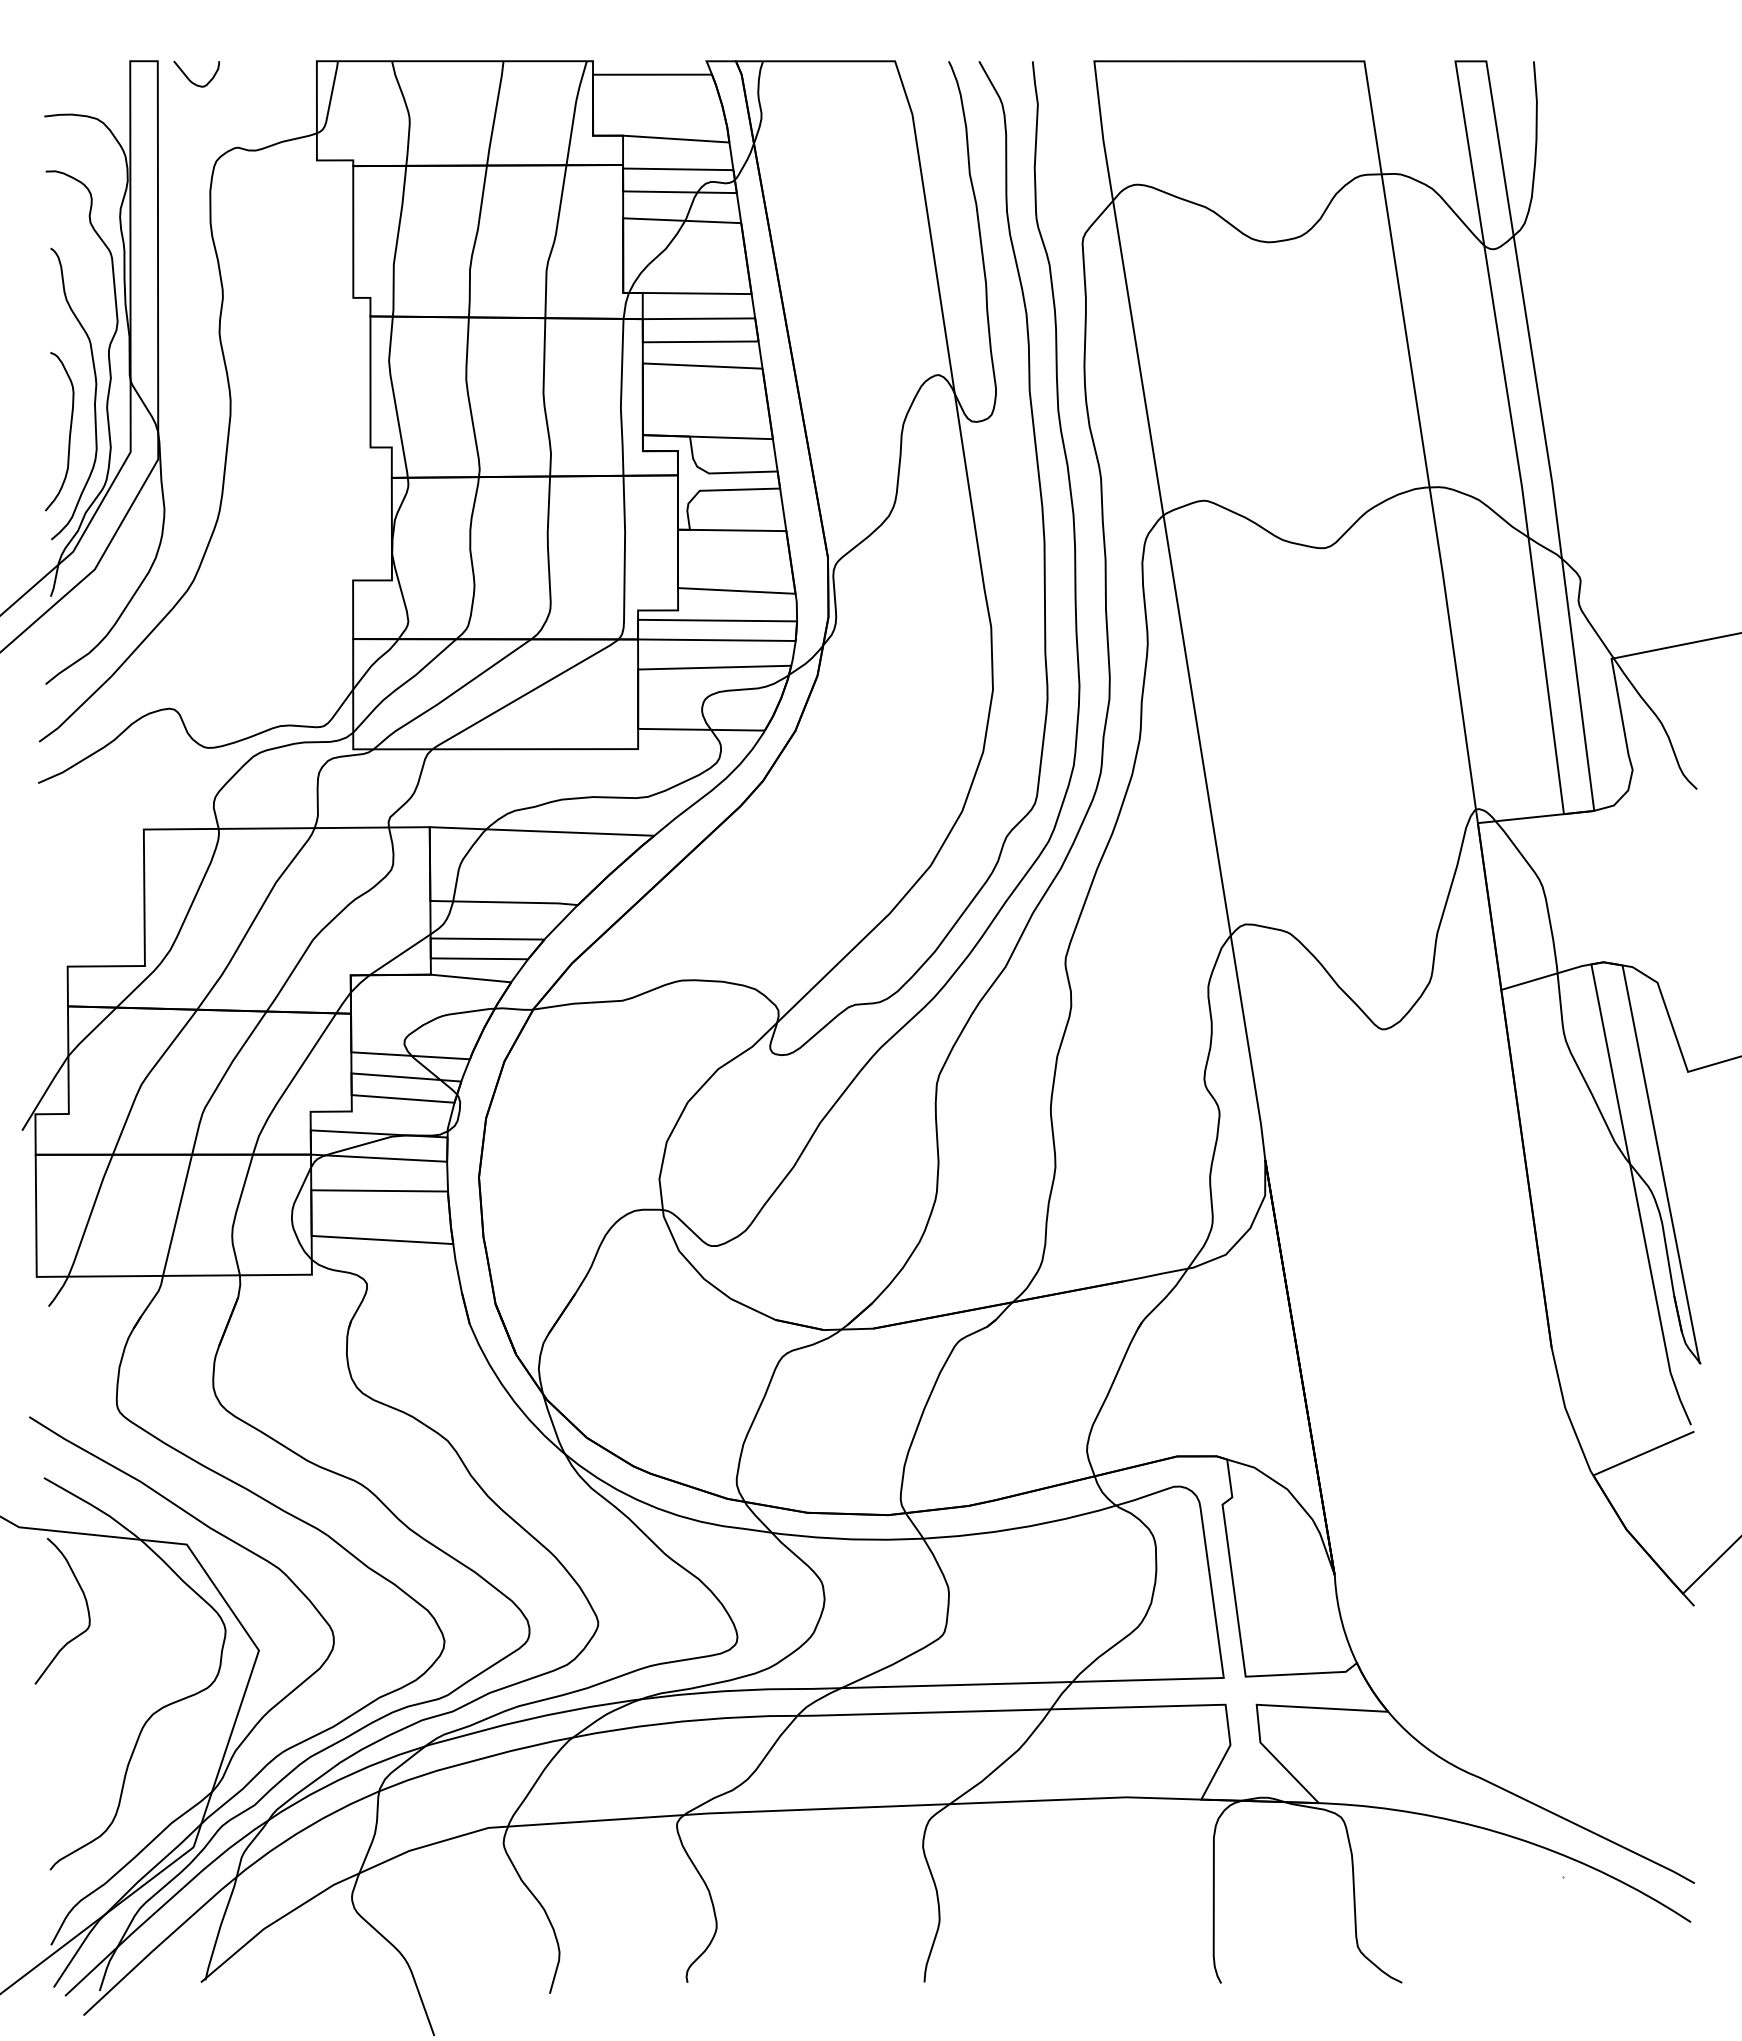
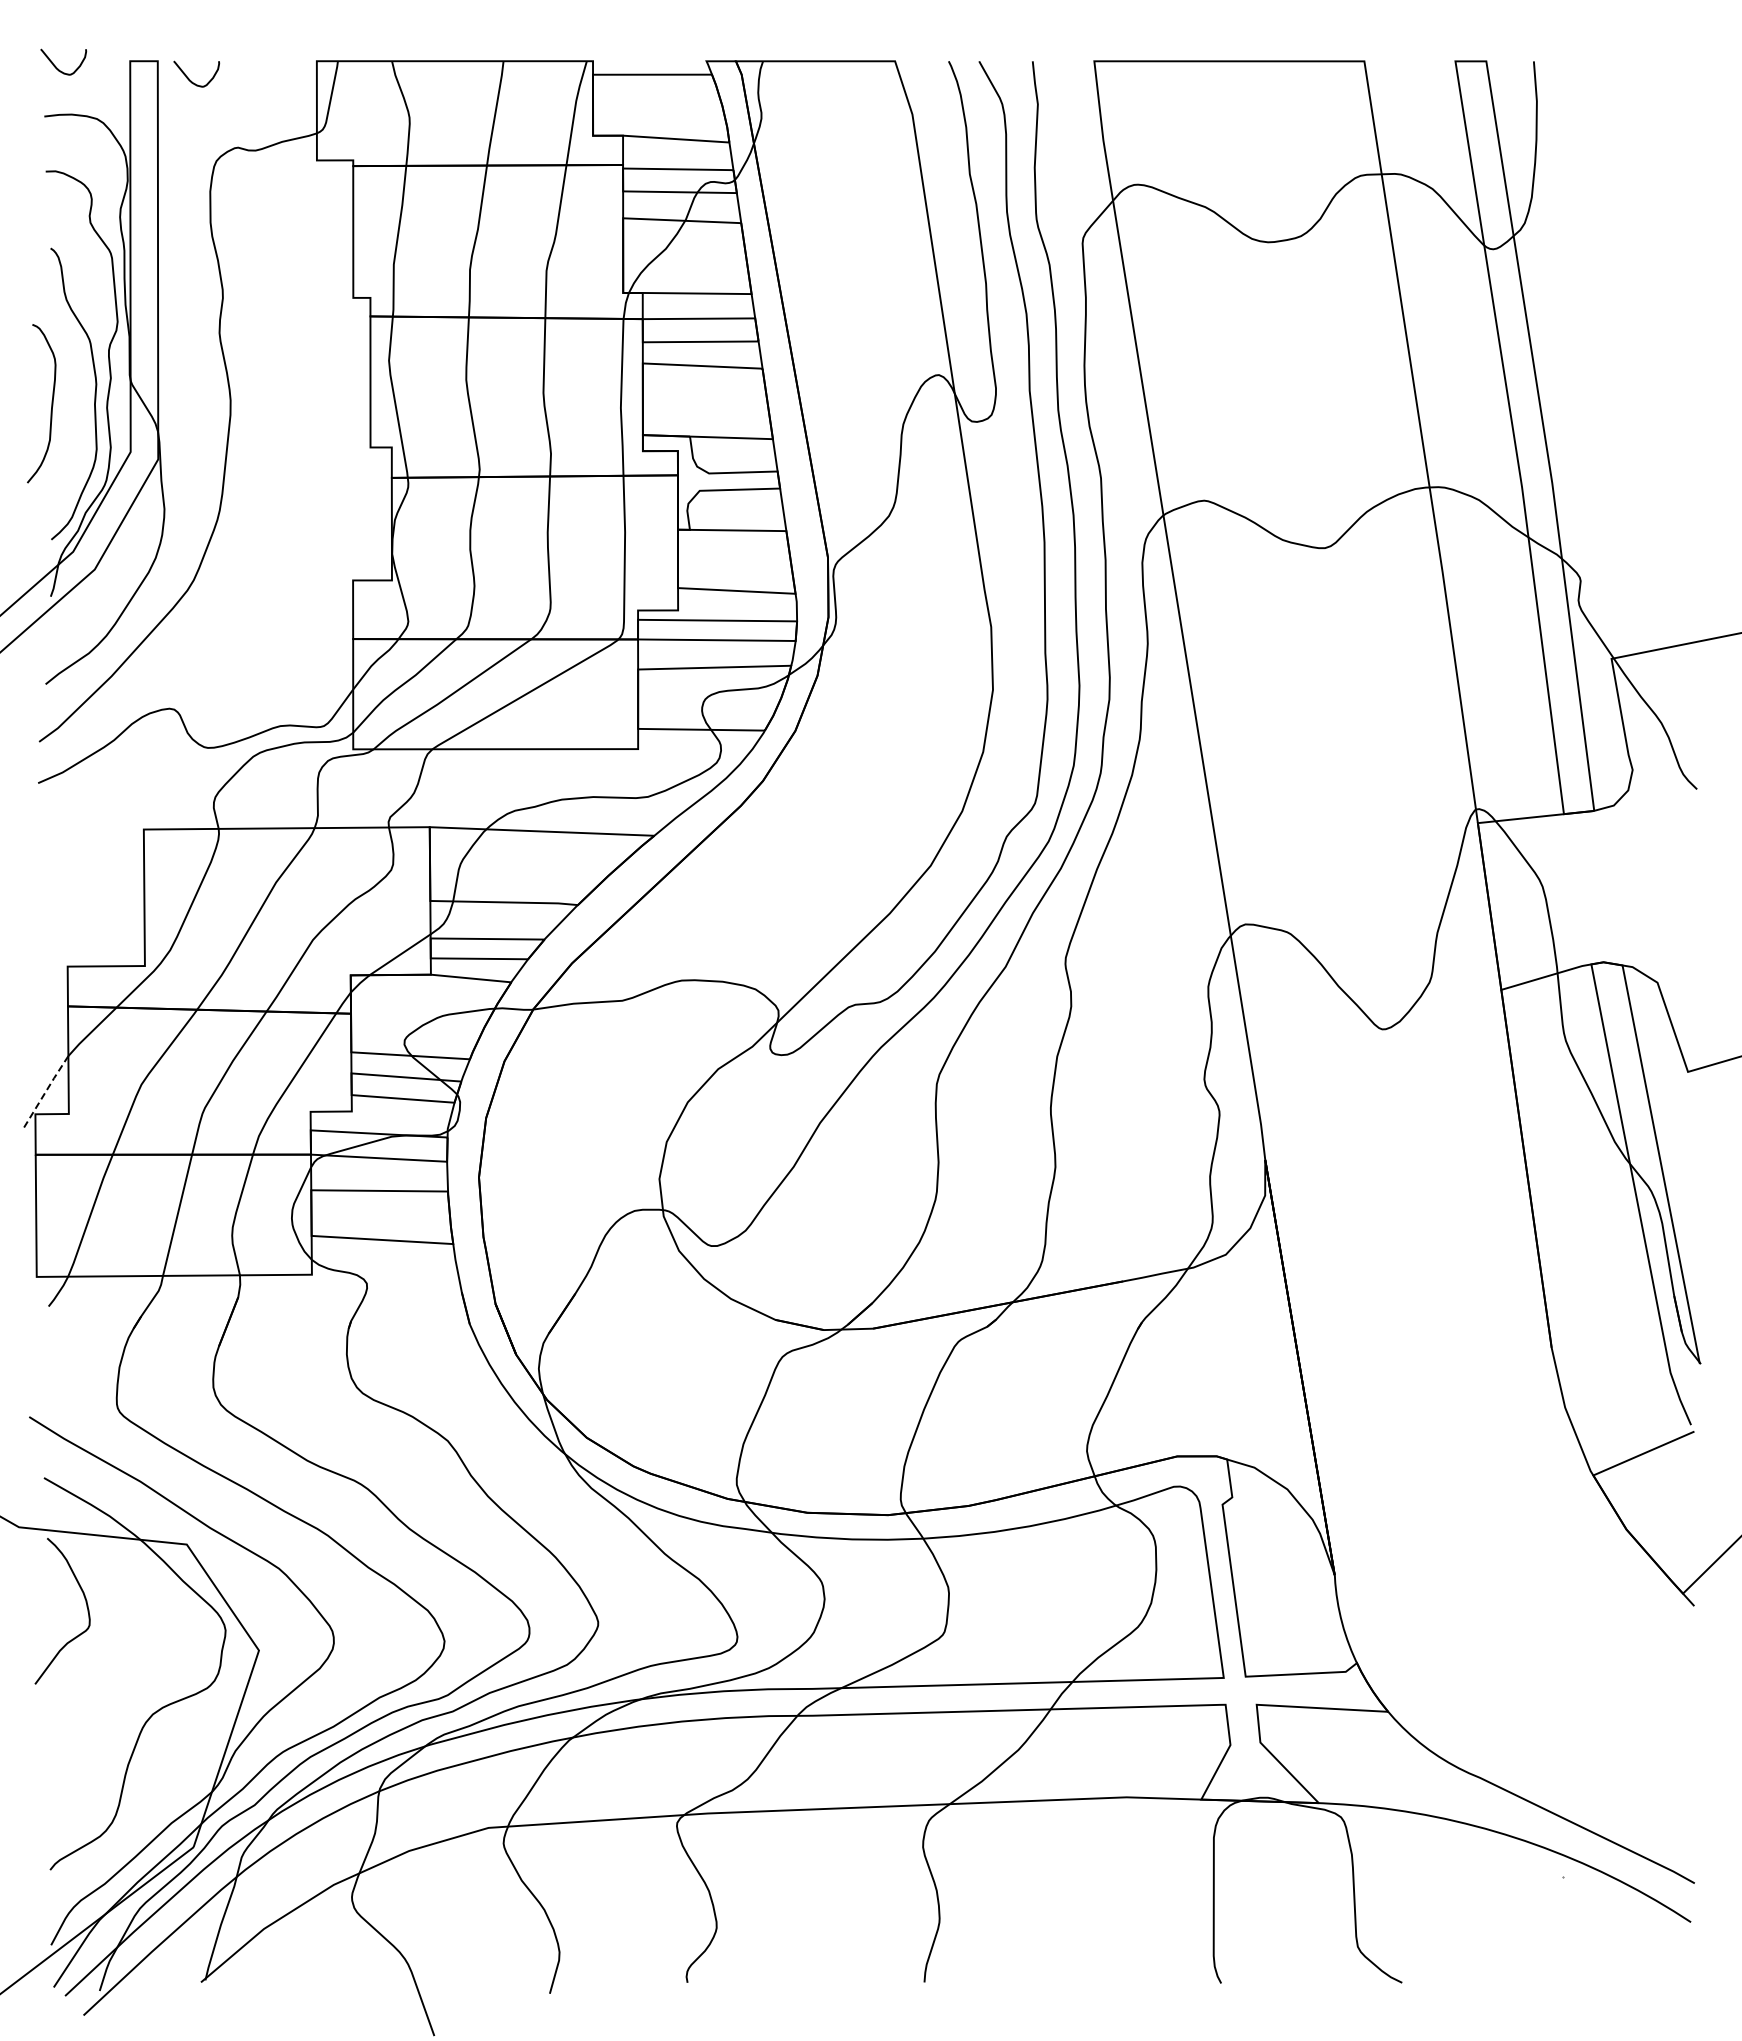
curve at (57, 67): none -> present
curve at (69, 431) position: (69, 431) -> (51, 403)
line at (45, 1092): solid -> dashed
